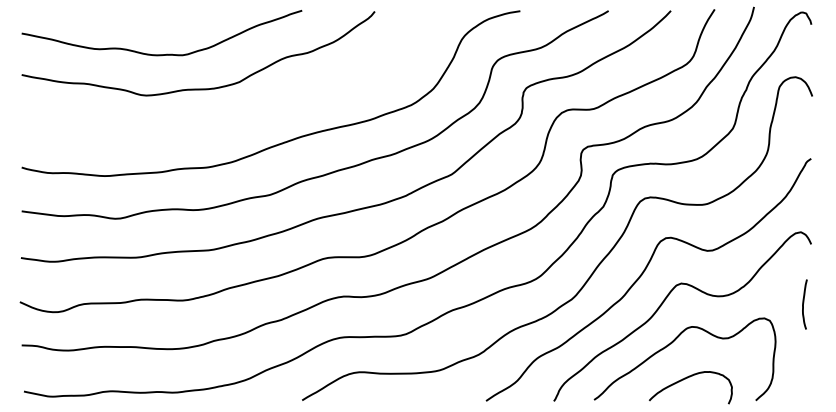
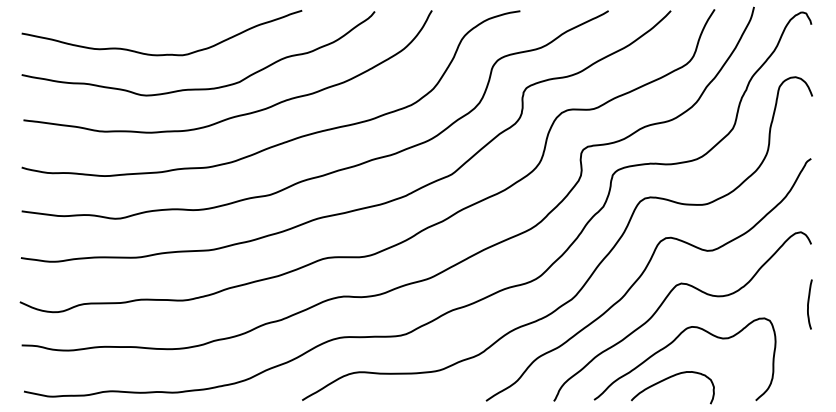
curve at (239, 114): none -> present
curve at (804, 303) position: (804, 303) -> (809, 303)
curve at (685, 379) position: (685, 379) -> (667, 379)
